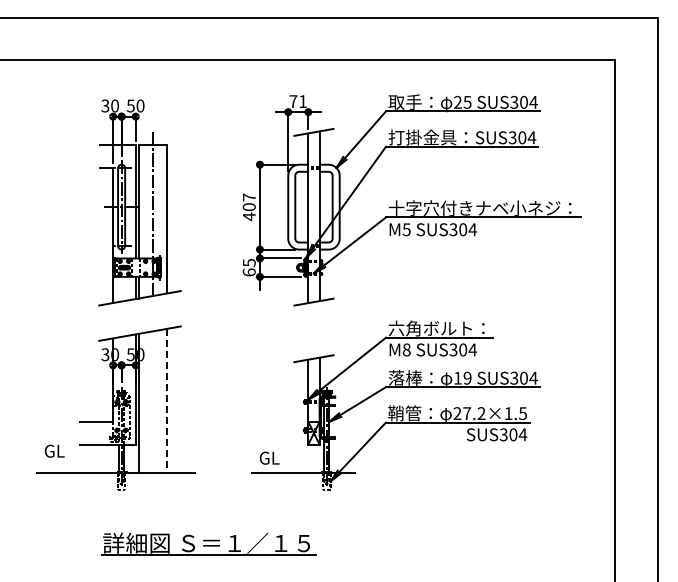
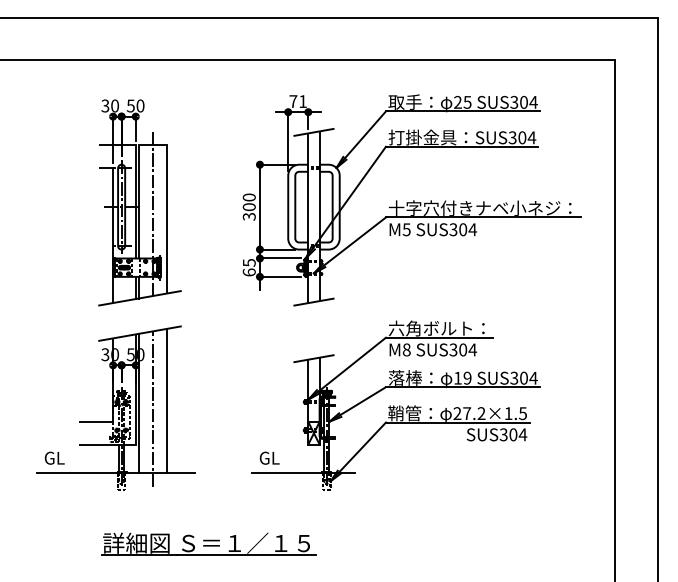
text at (248, 207): 407 -> 300
line at (166, 400): dashed -> solid
line at (152, 408): none -> present
text at (54, 450) position: (54, 450) -> (54, 457)
